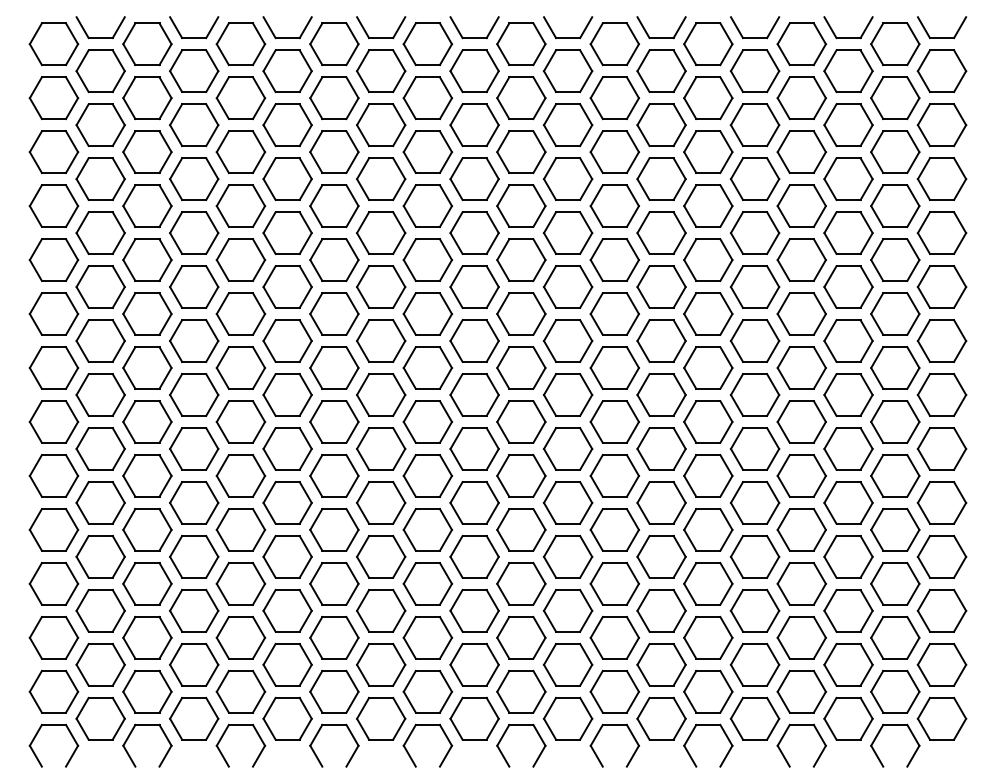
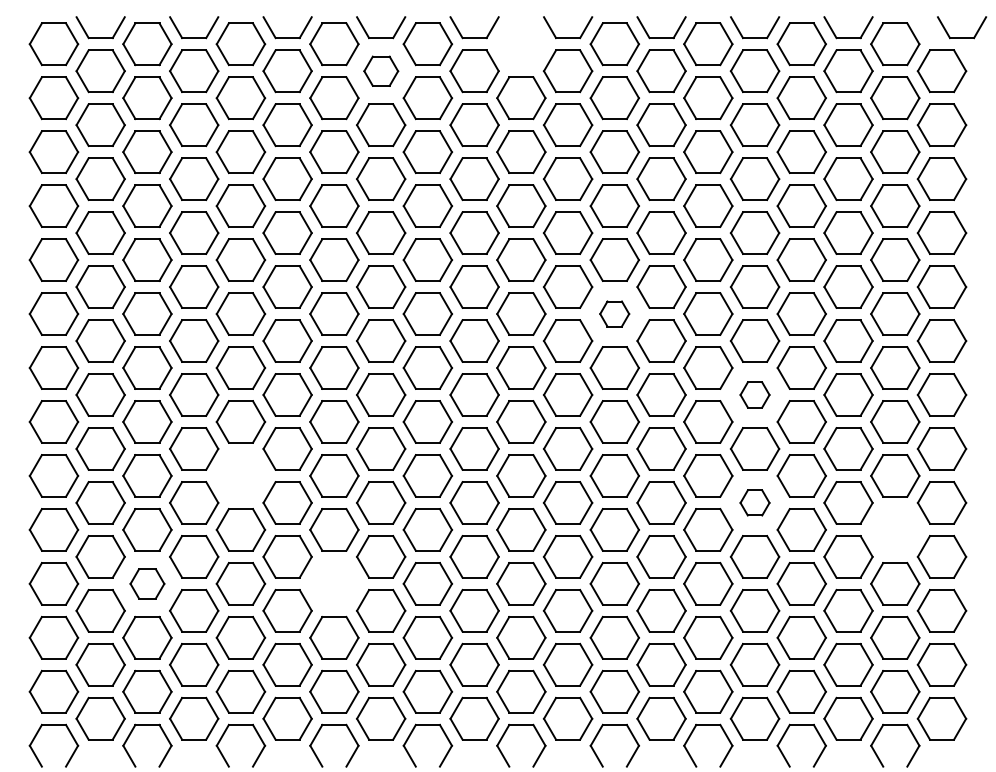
part at (941, 37) position: (941, 37) -> (961, 37)
part at (521, 44): present -> none
part at (381, 71) size: 51x45 px -> 37x32 px
part at (614, 313) size: 51x44 px -> 32x28 px
part at (754, 394) size: 52x44 px -> 32x28 px
part at (240, 475): present -> none
part at (754, 502) size: 52x44 px -> 32x28 px
part at (895, 529): present -> none
part at (147, 583) size: 51x44 px -> 37x32 px
part at (334, 583): present -> none
